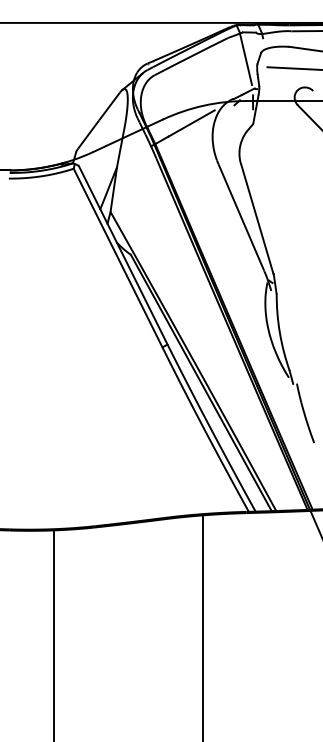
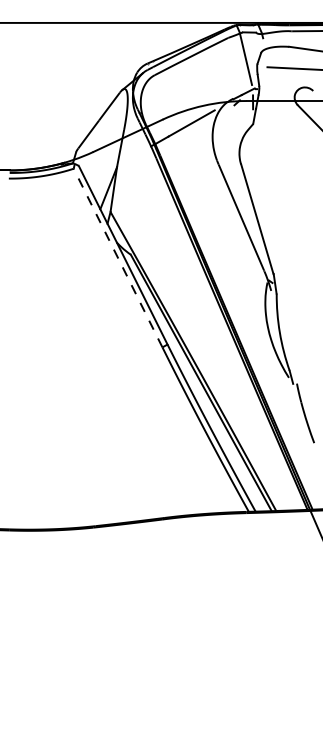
line at (118, 258): solid -> dashed
line at (202, 626): present -> none
line at (53, 634): present -> none
